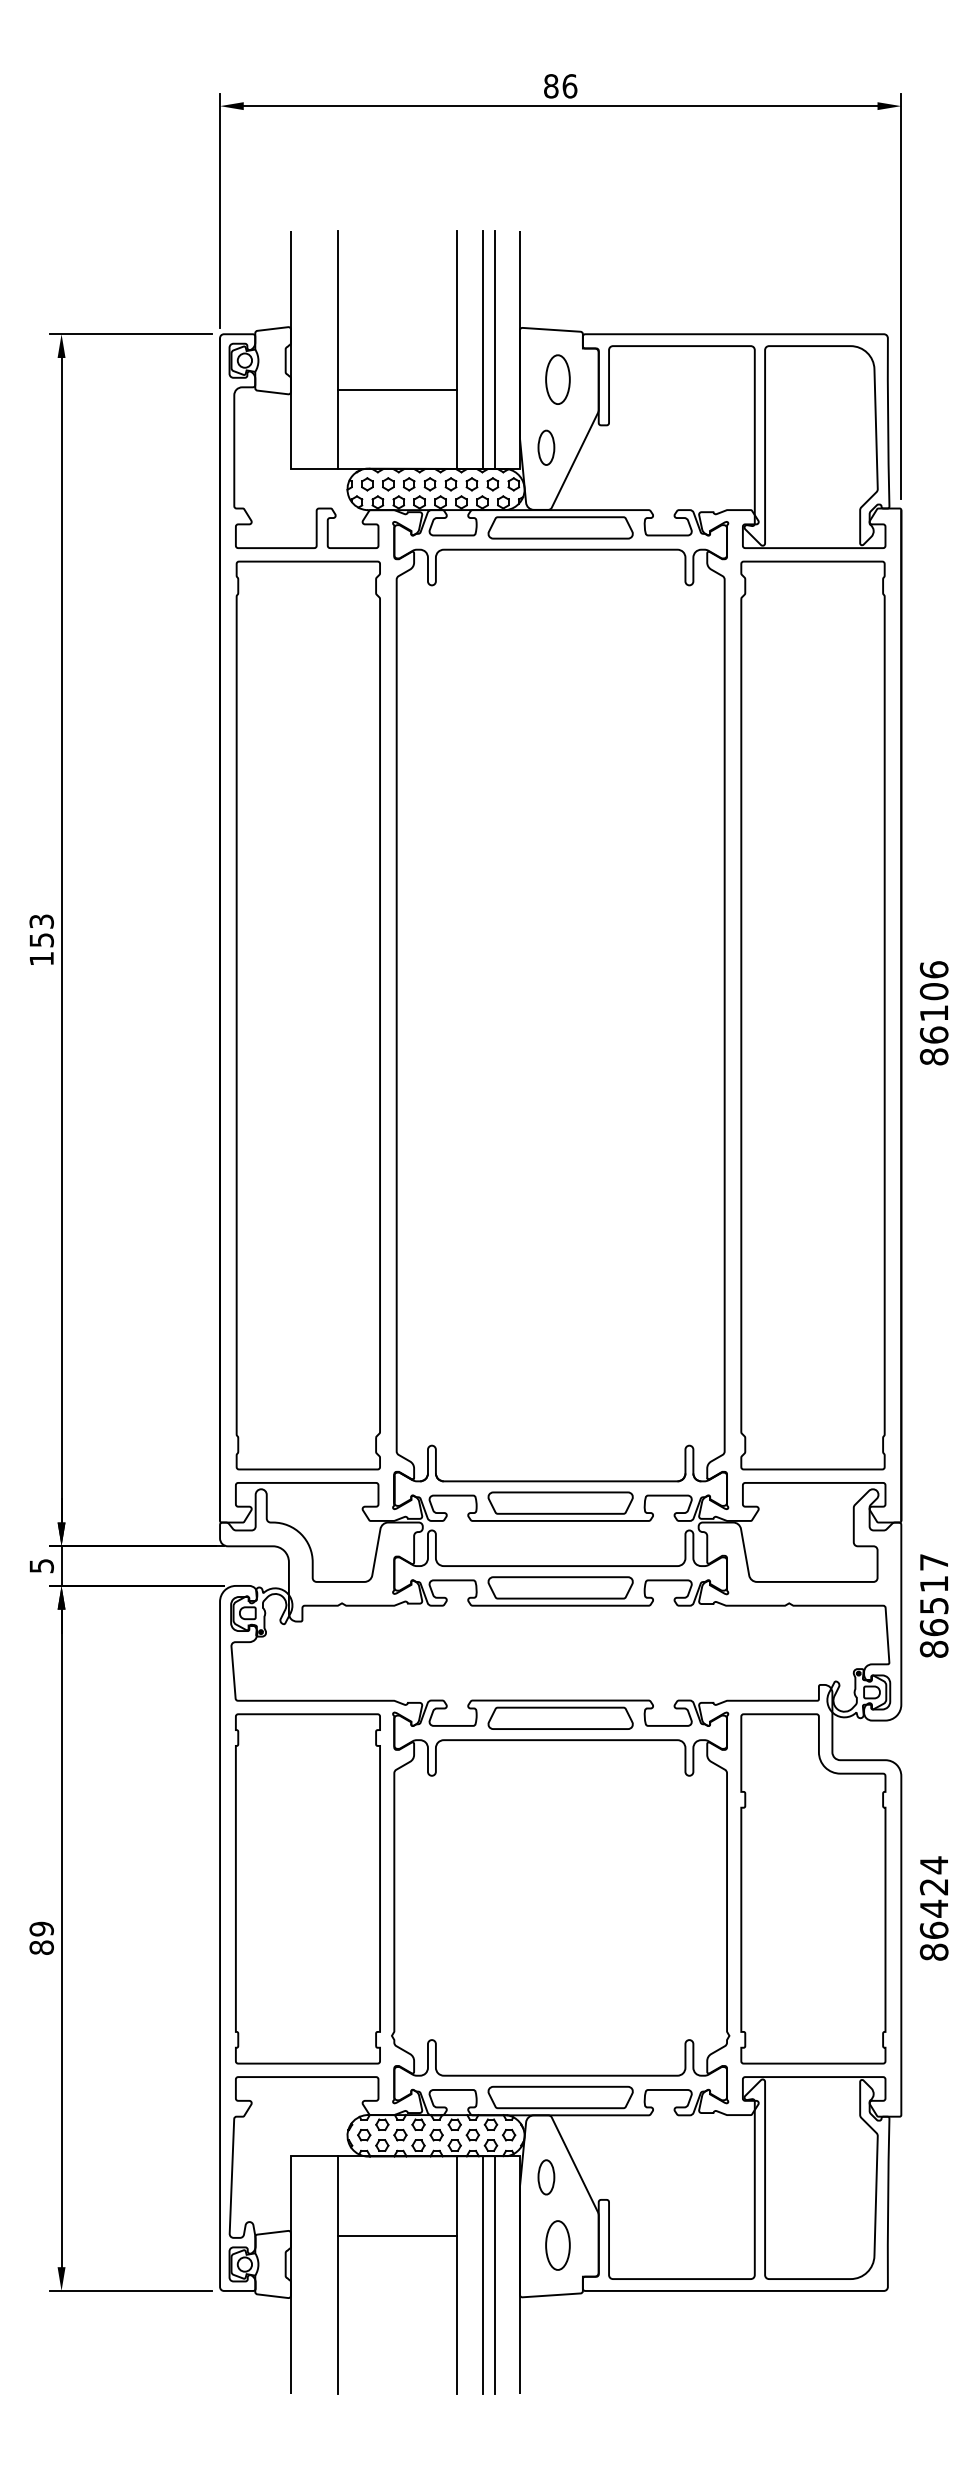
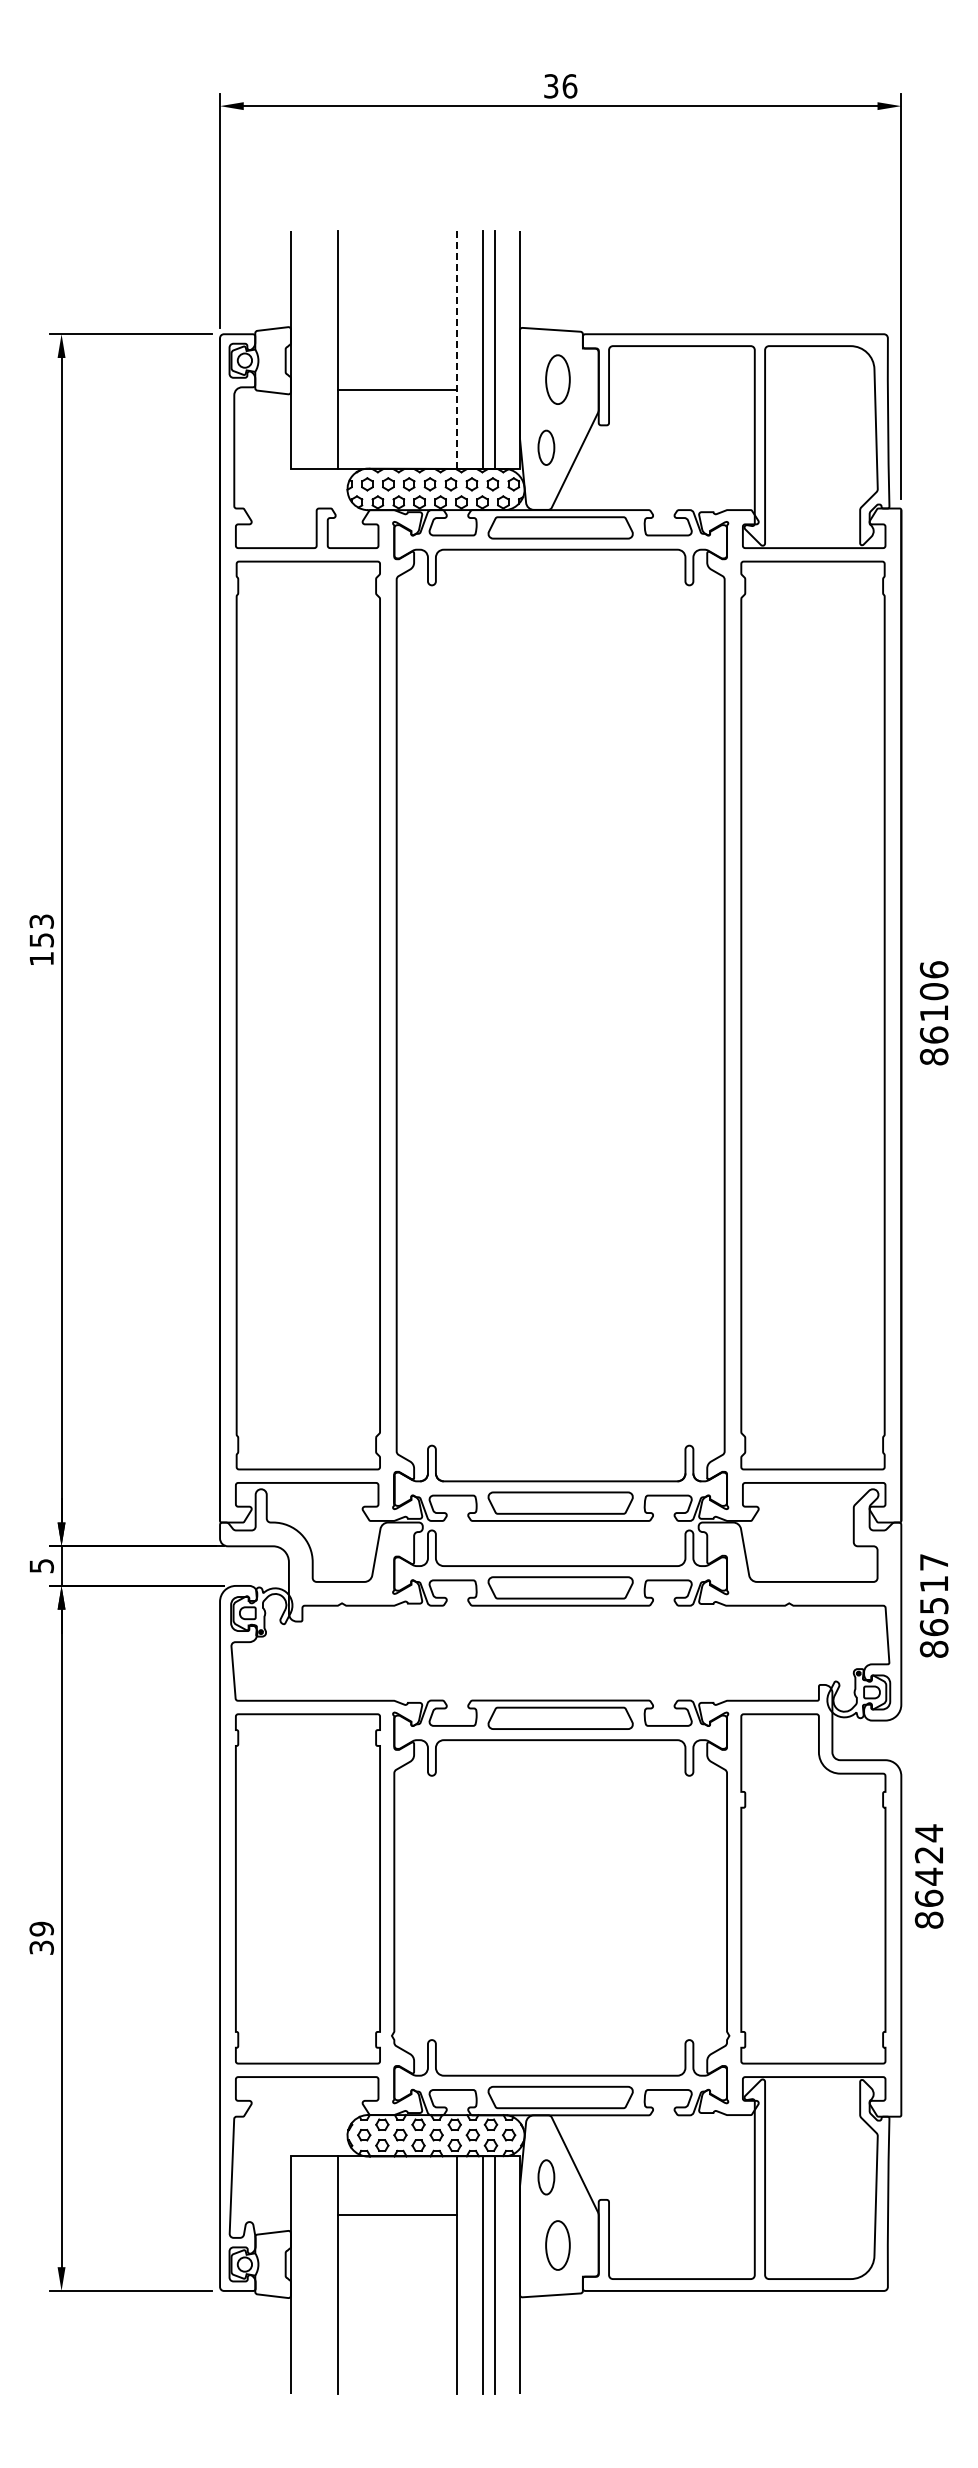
text at (551, 86): 86 -> 36
line at (457, 350): solid -> dashed
text at (933, 1908) position: (933, 1908) -> (928, 1876)
text at (41, 1947): 89 -> 39
line at (397, 2235) position: (397, 2235) -> (397, 2214)
